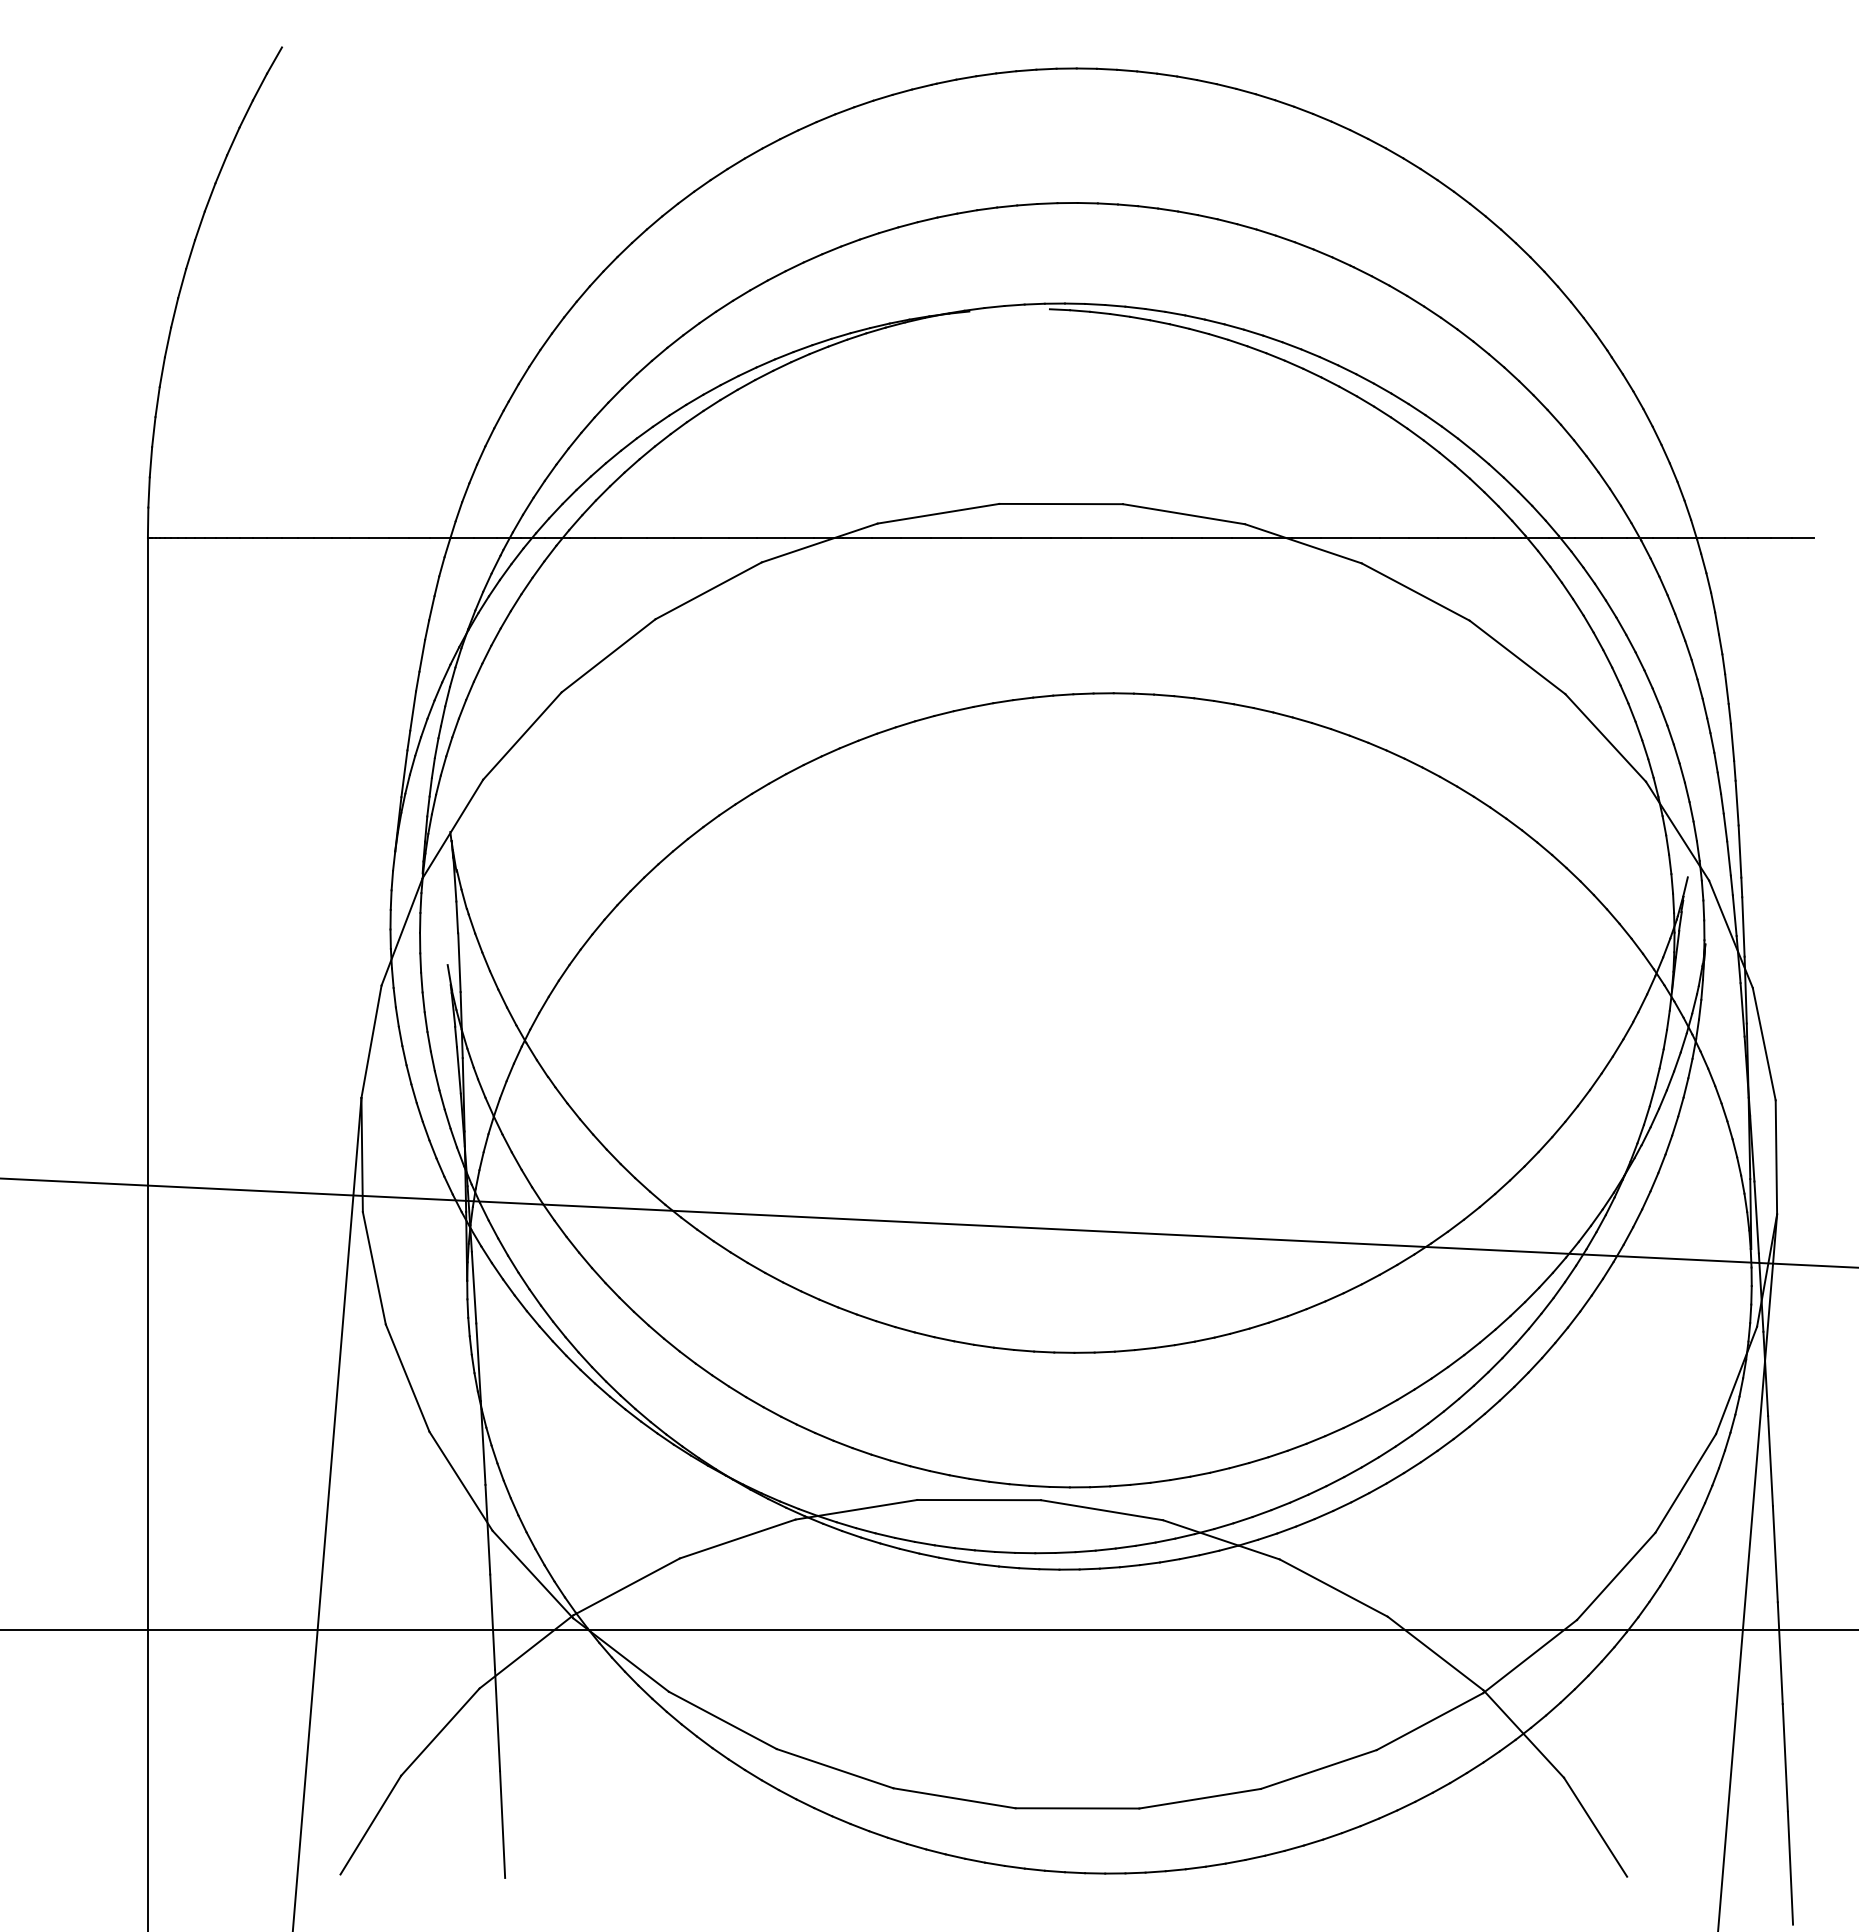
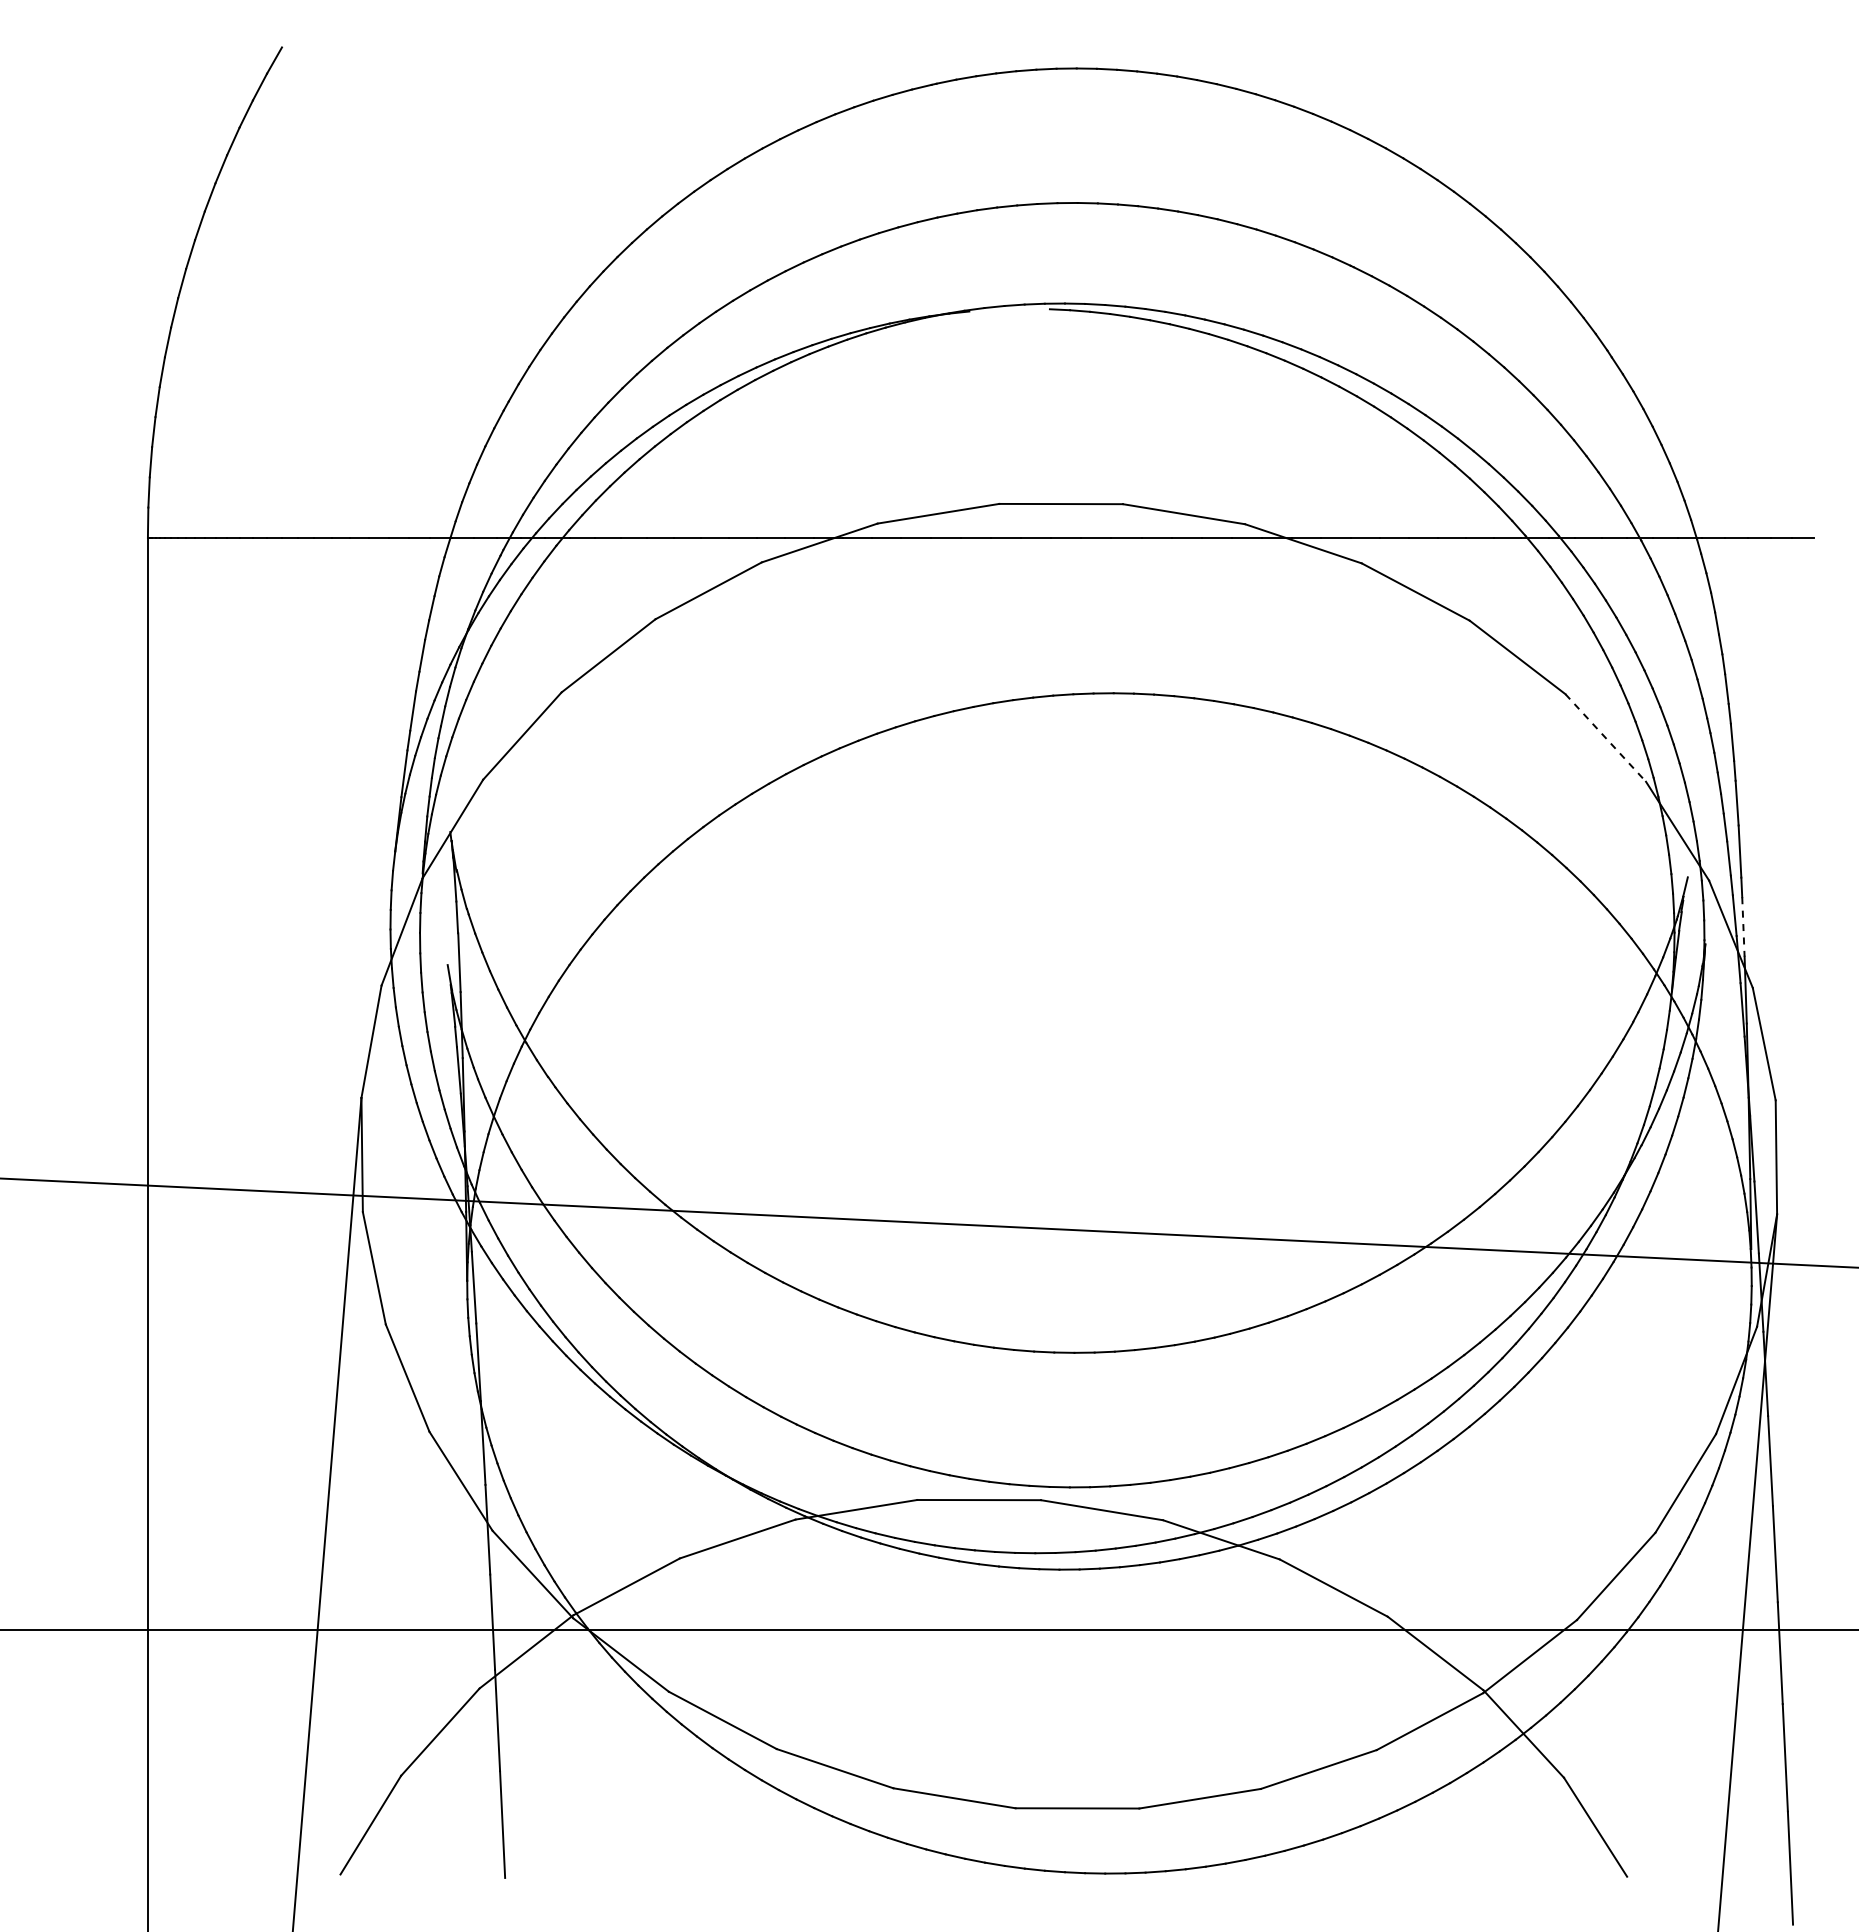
line at (1605, 737): solid -> dashed
line at (1743, 926): solid -> dashed
